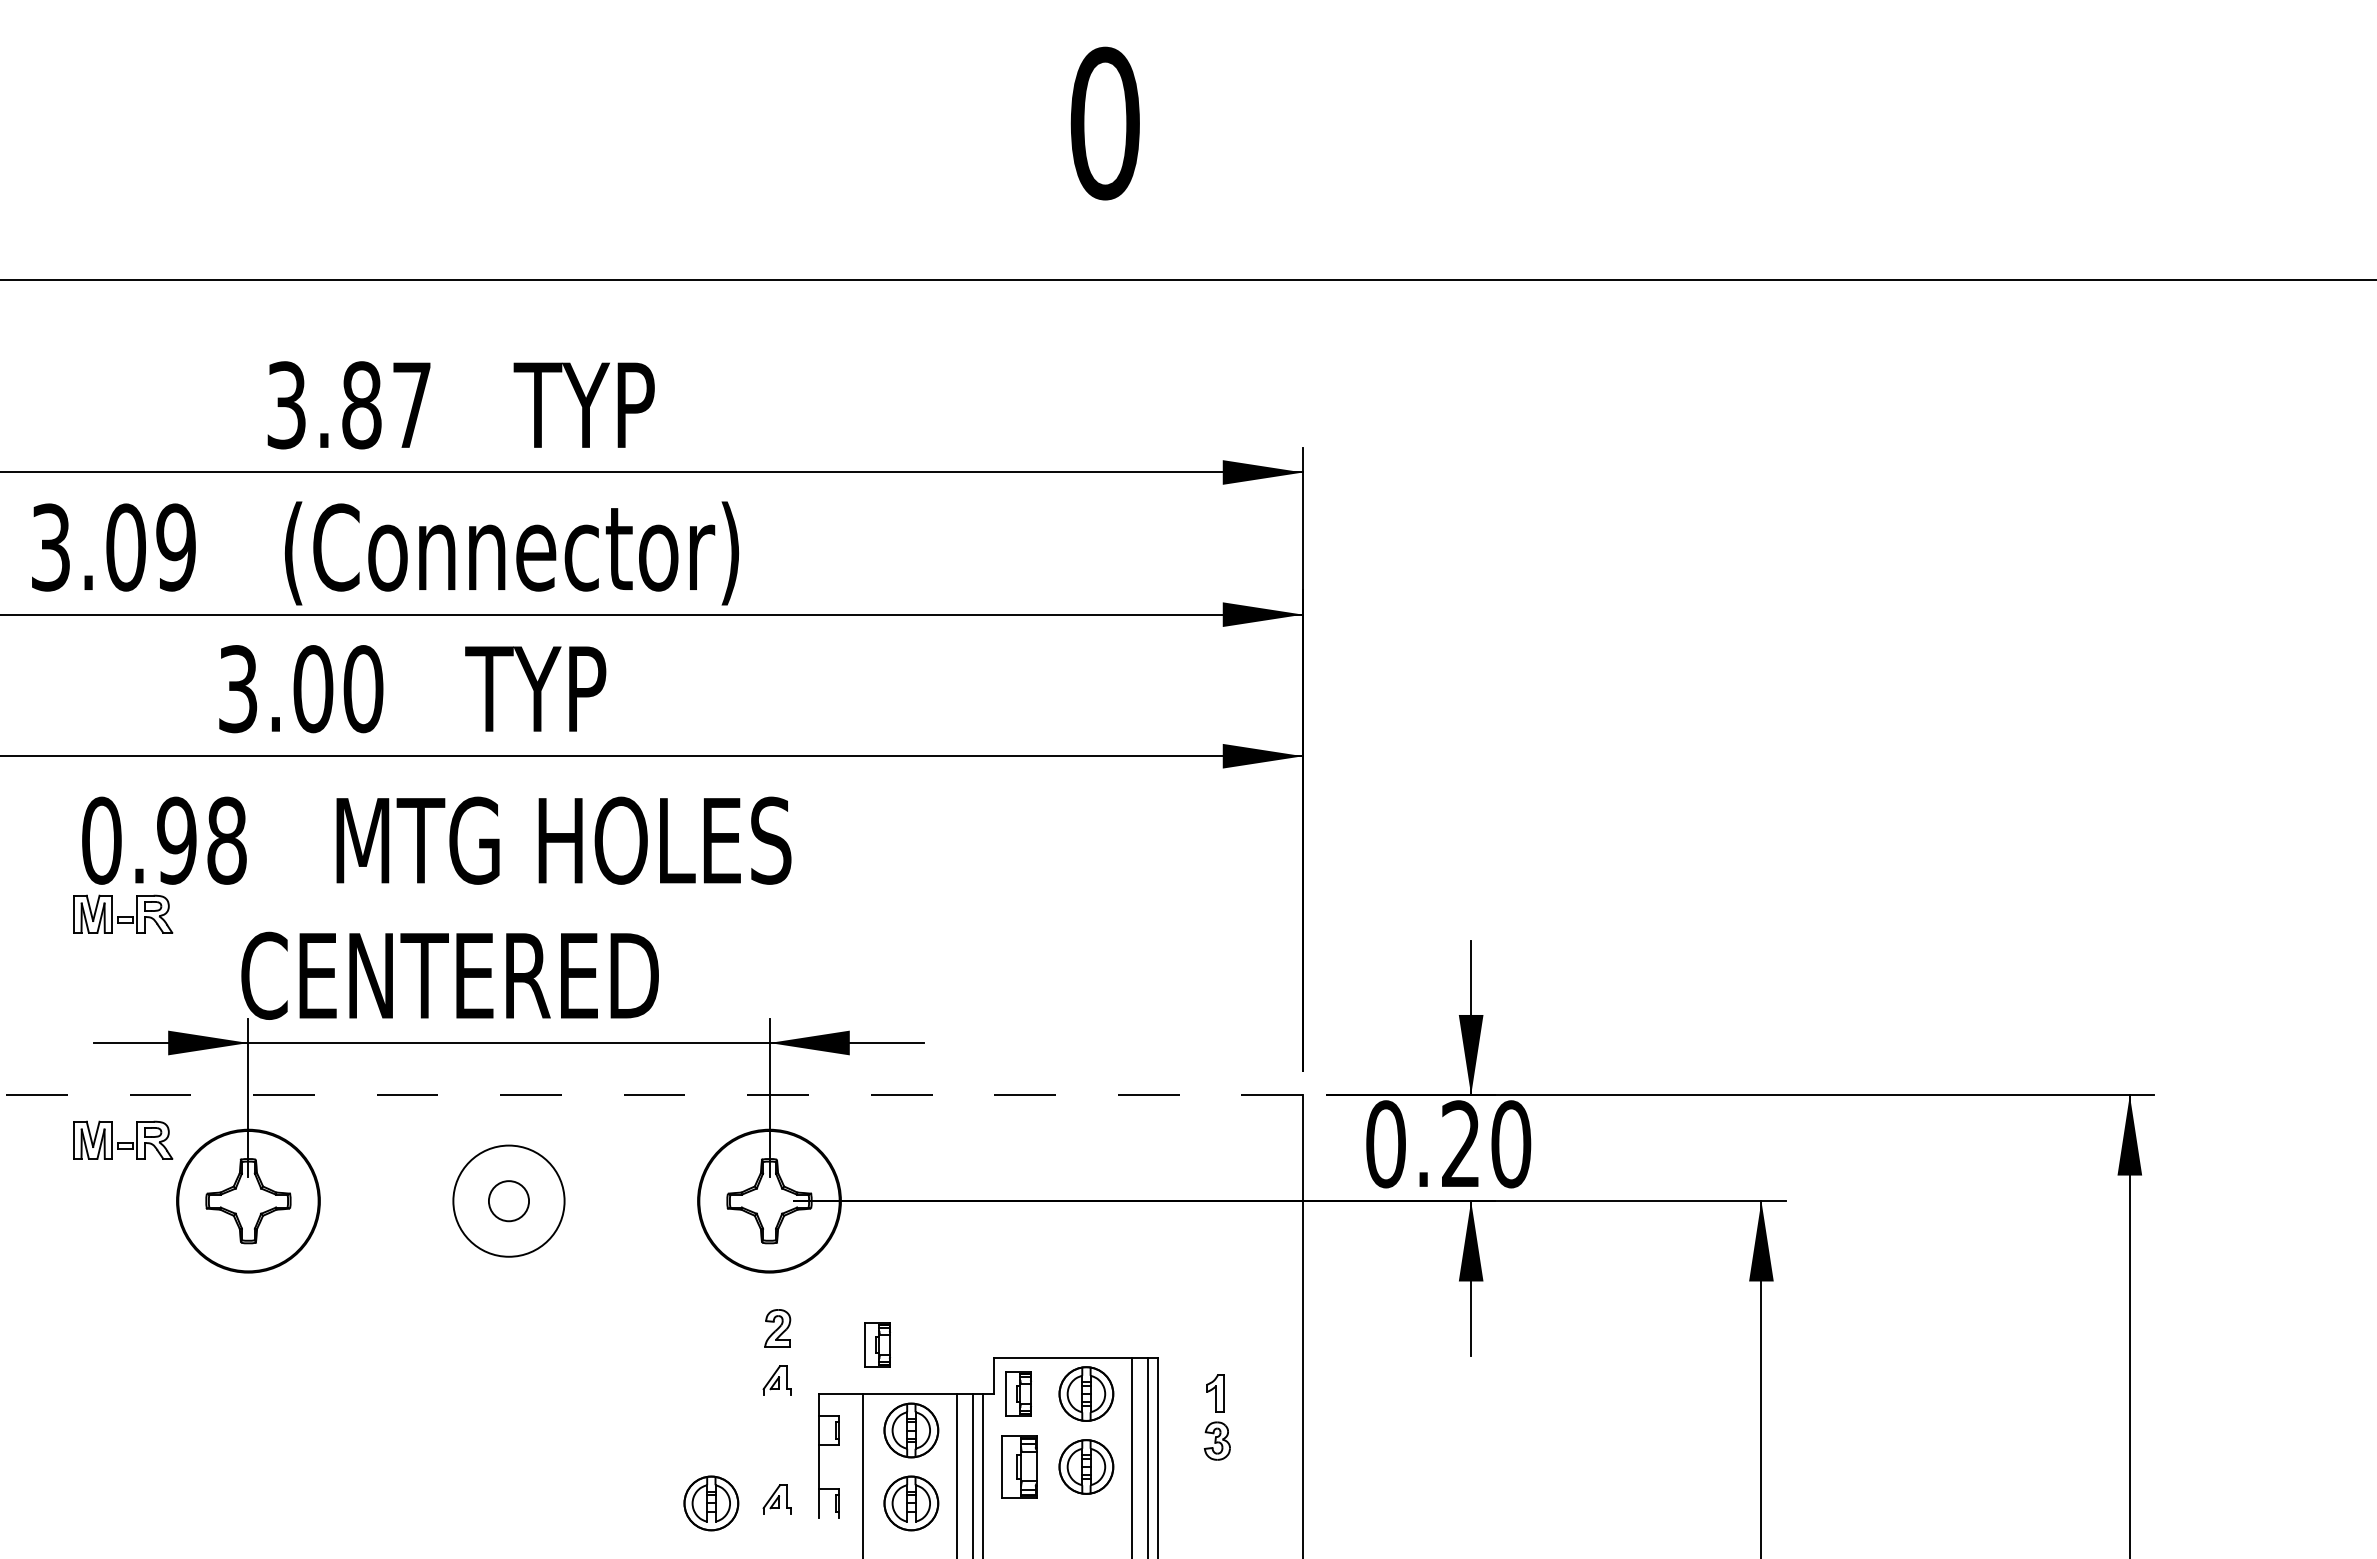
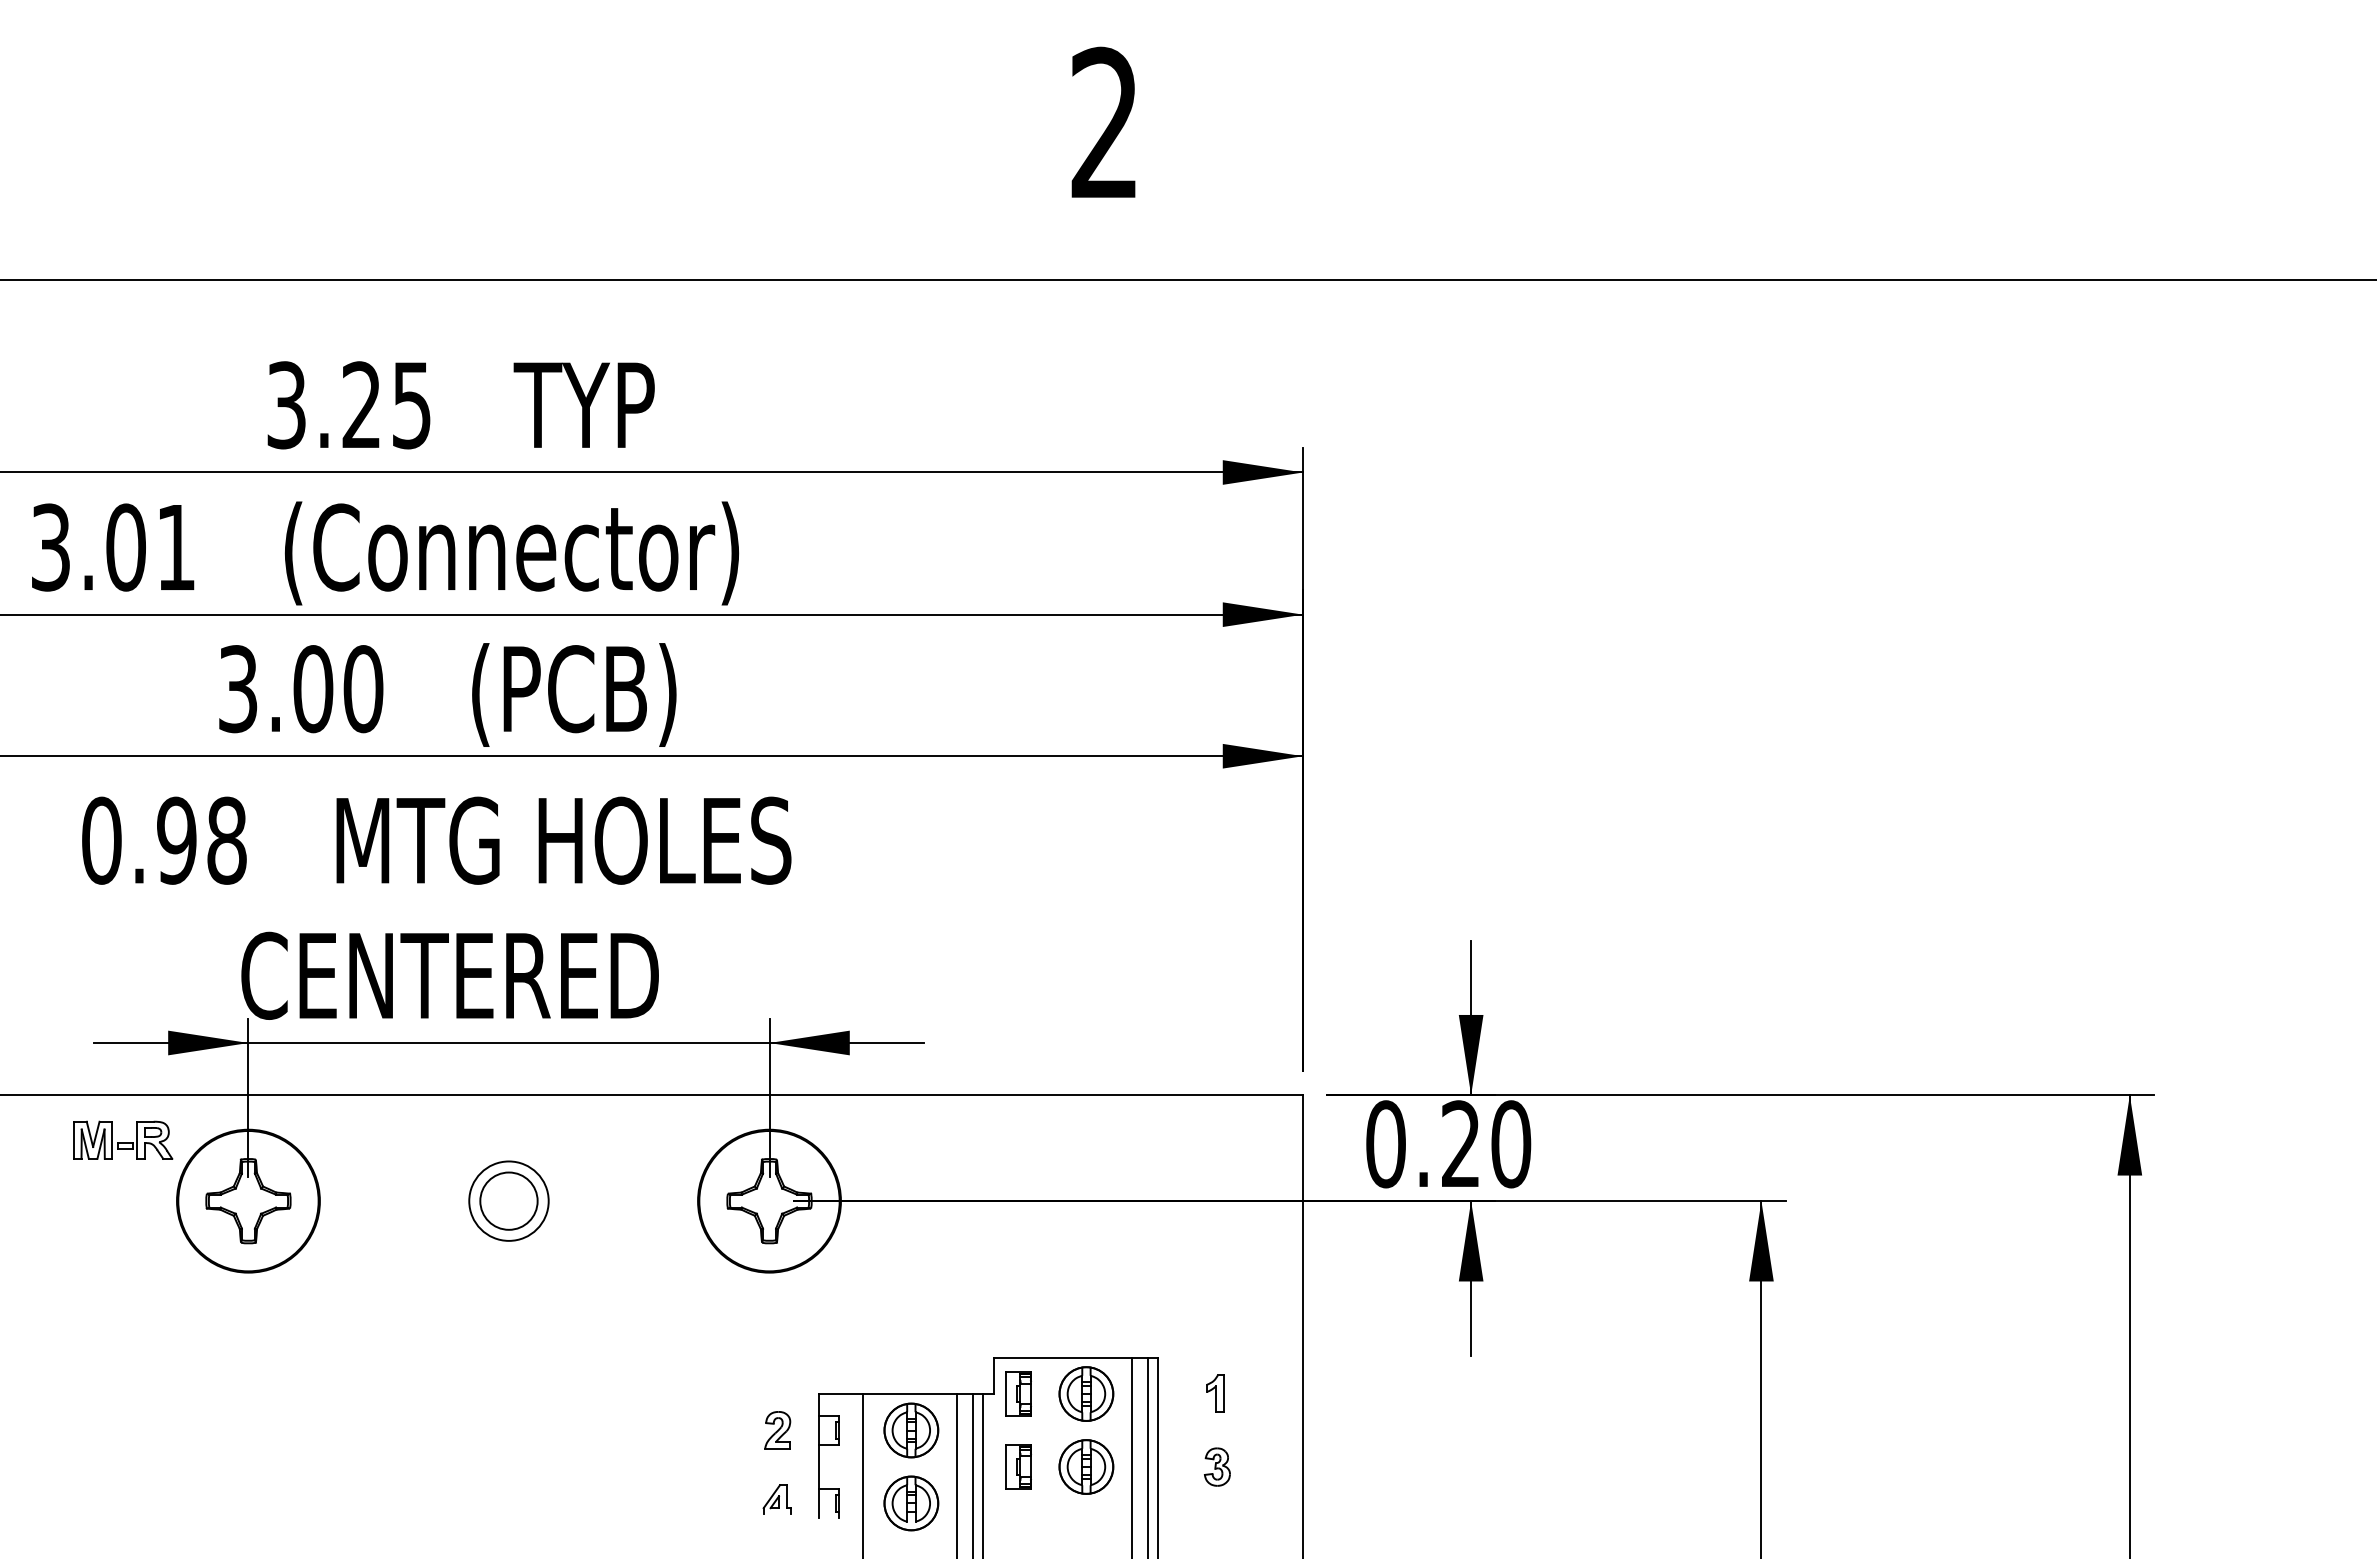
text at (1104, 123): 0 -> 2
text at (386, 405): 3.87 -> 3.25
text at (175, 547): 3.09 -> 3.01
text at (570, 694): TYP -> (PCB)
part at (123, 913): present -> none
line at (651, 1095): dashed -> solid
circle at (508, 1200) diameter: 111 px -> 79 px
circle at (508, 1201) diameter: 40 px -> 57 px
part at (777, 1328) position: (777, 1328) -> (777, 1430)
part at (877, 1344): present -> none
part at (776, 1380): present -> none
part at (1217, 1440) position: (1217, 1440) -> (1217, 1466)
part at (1019, 1466) size: 37x64 px -> 27x46 px
part at (711, 1503): present -> none
